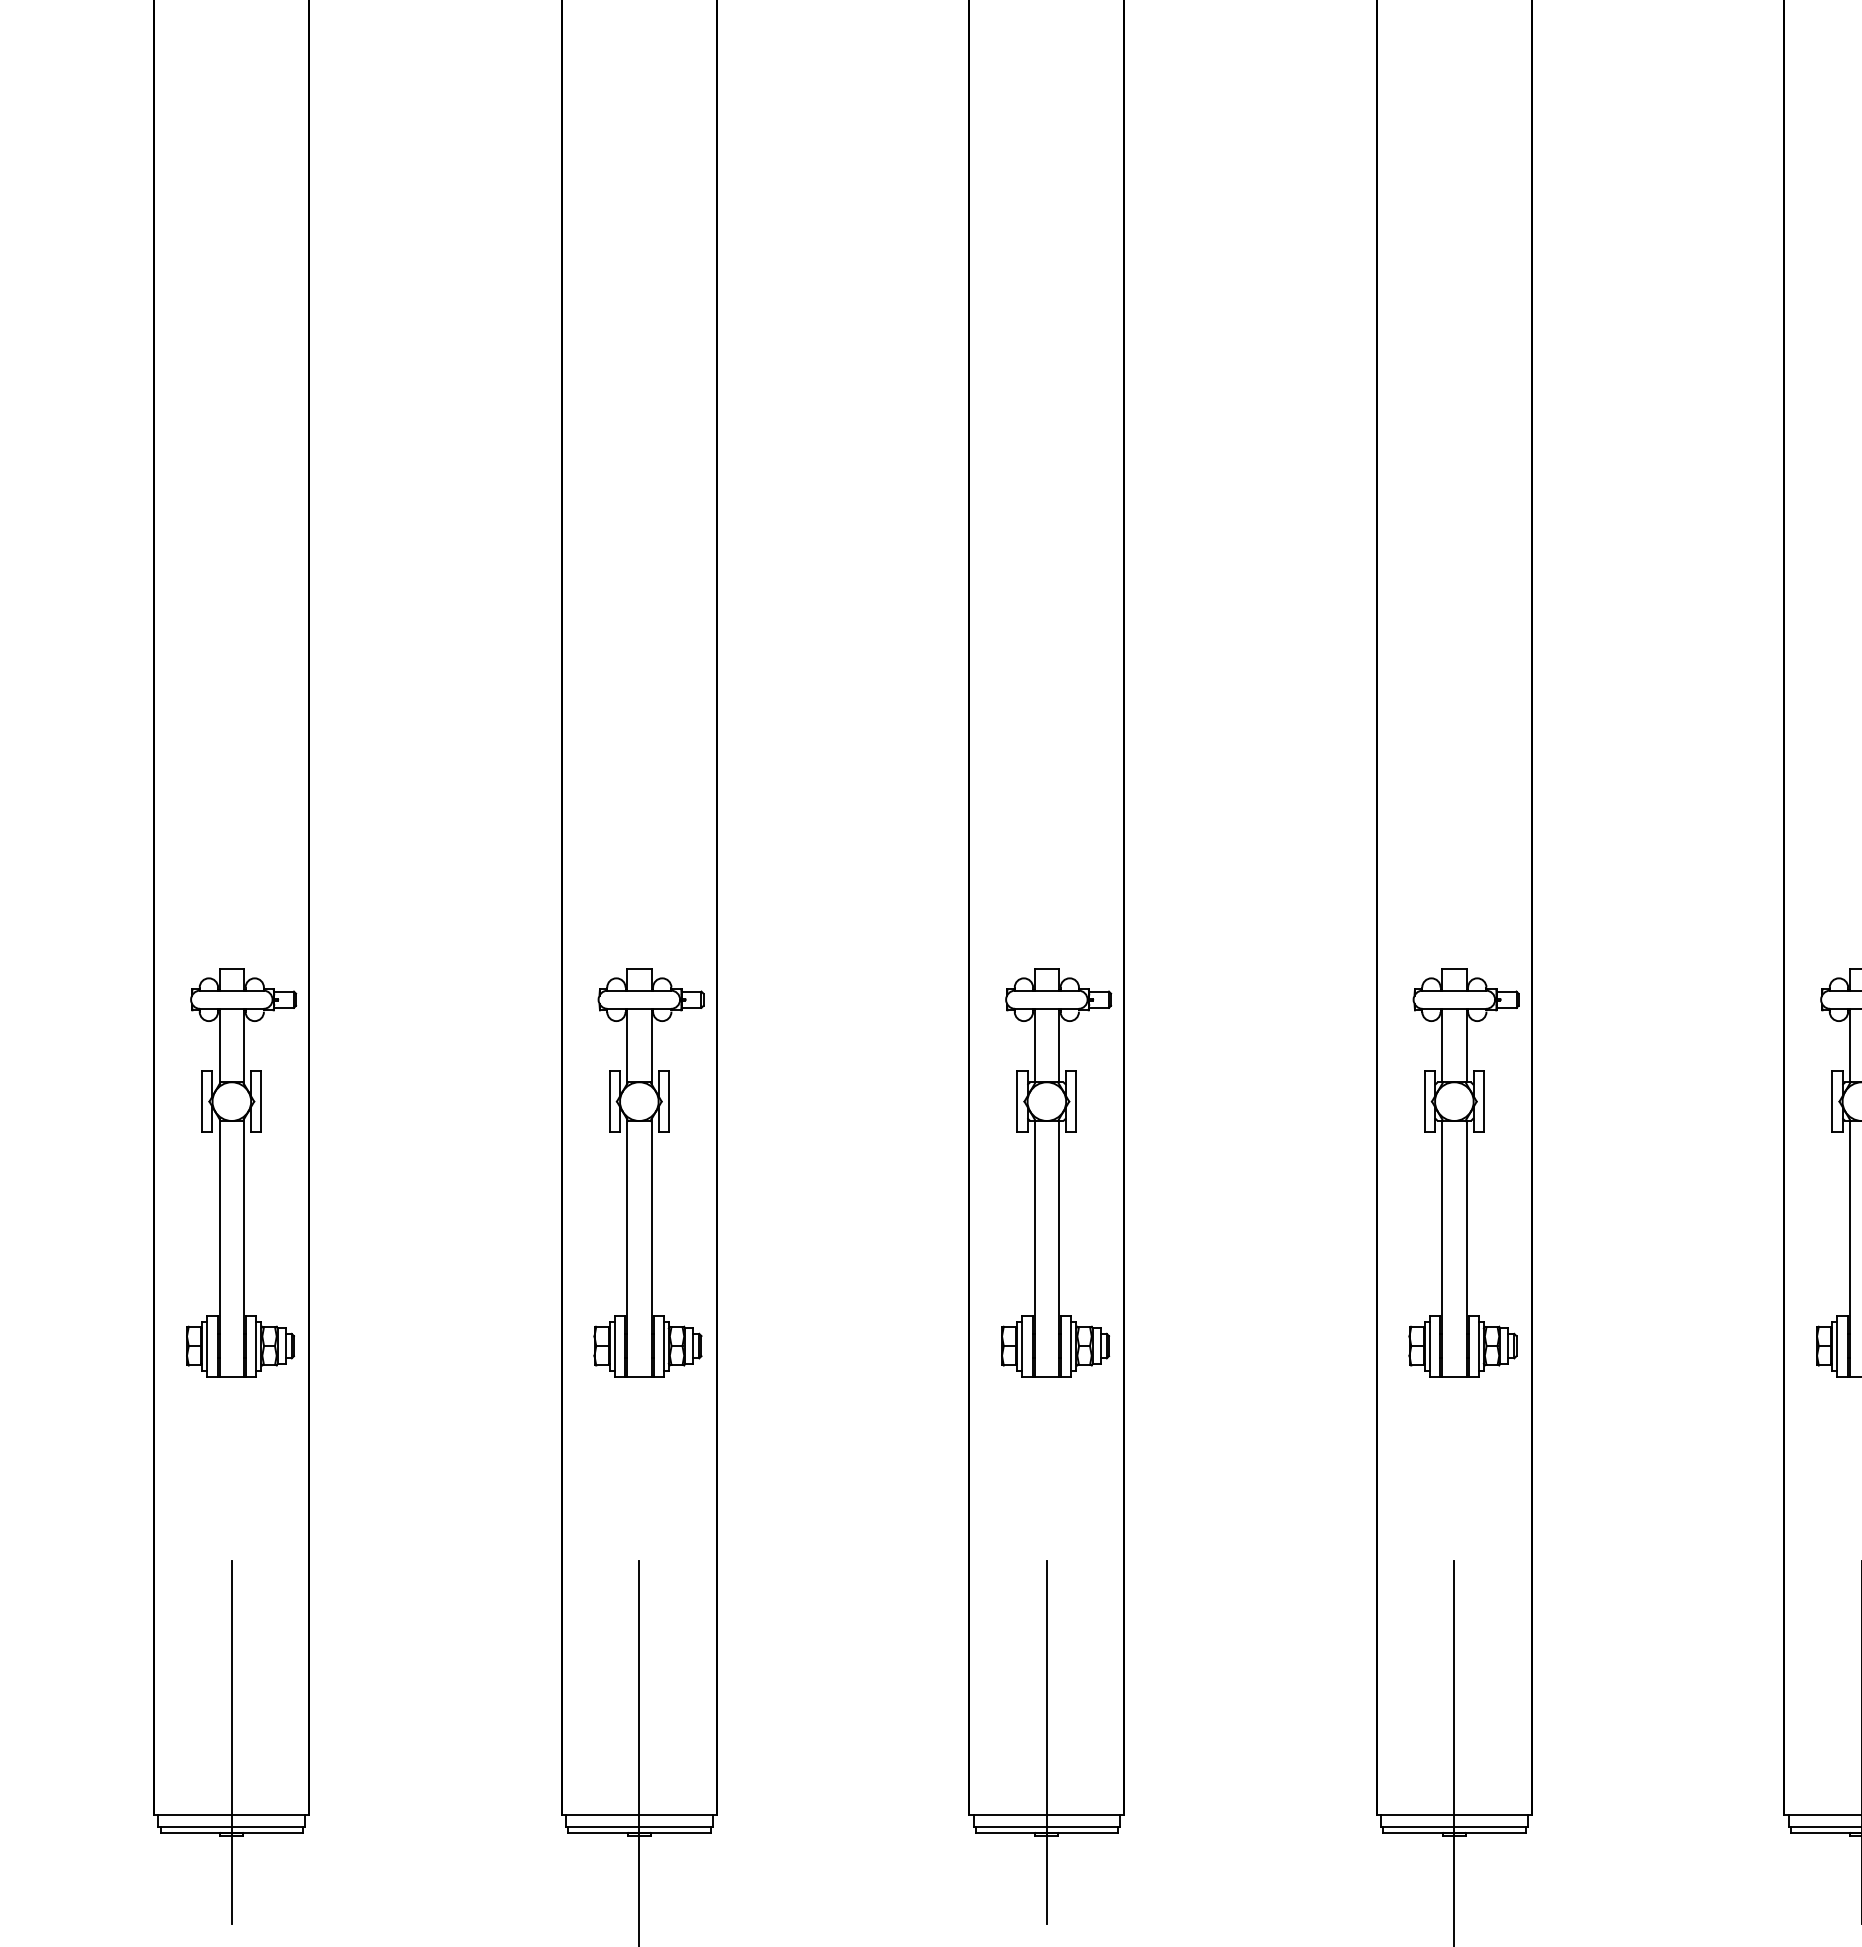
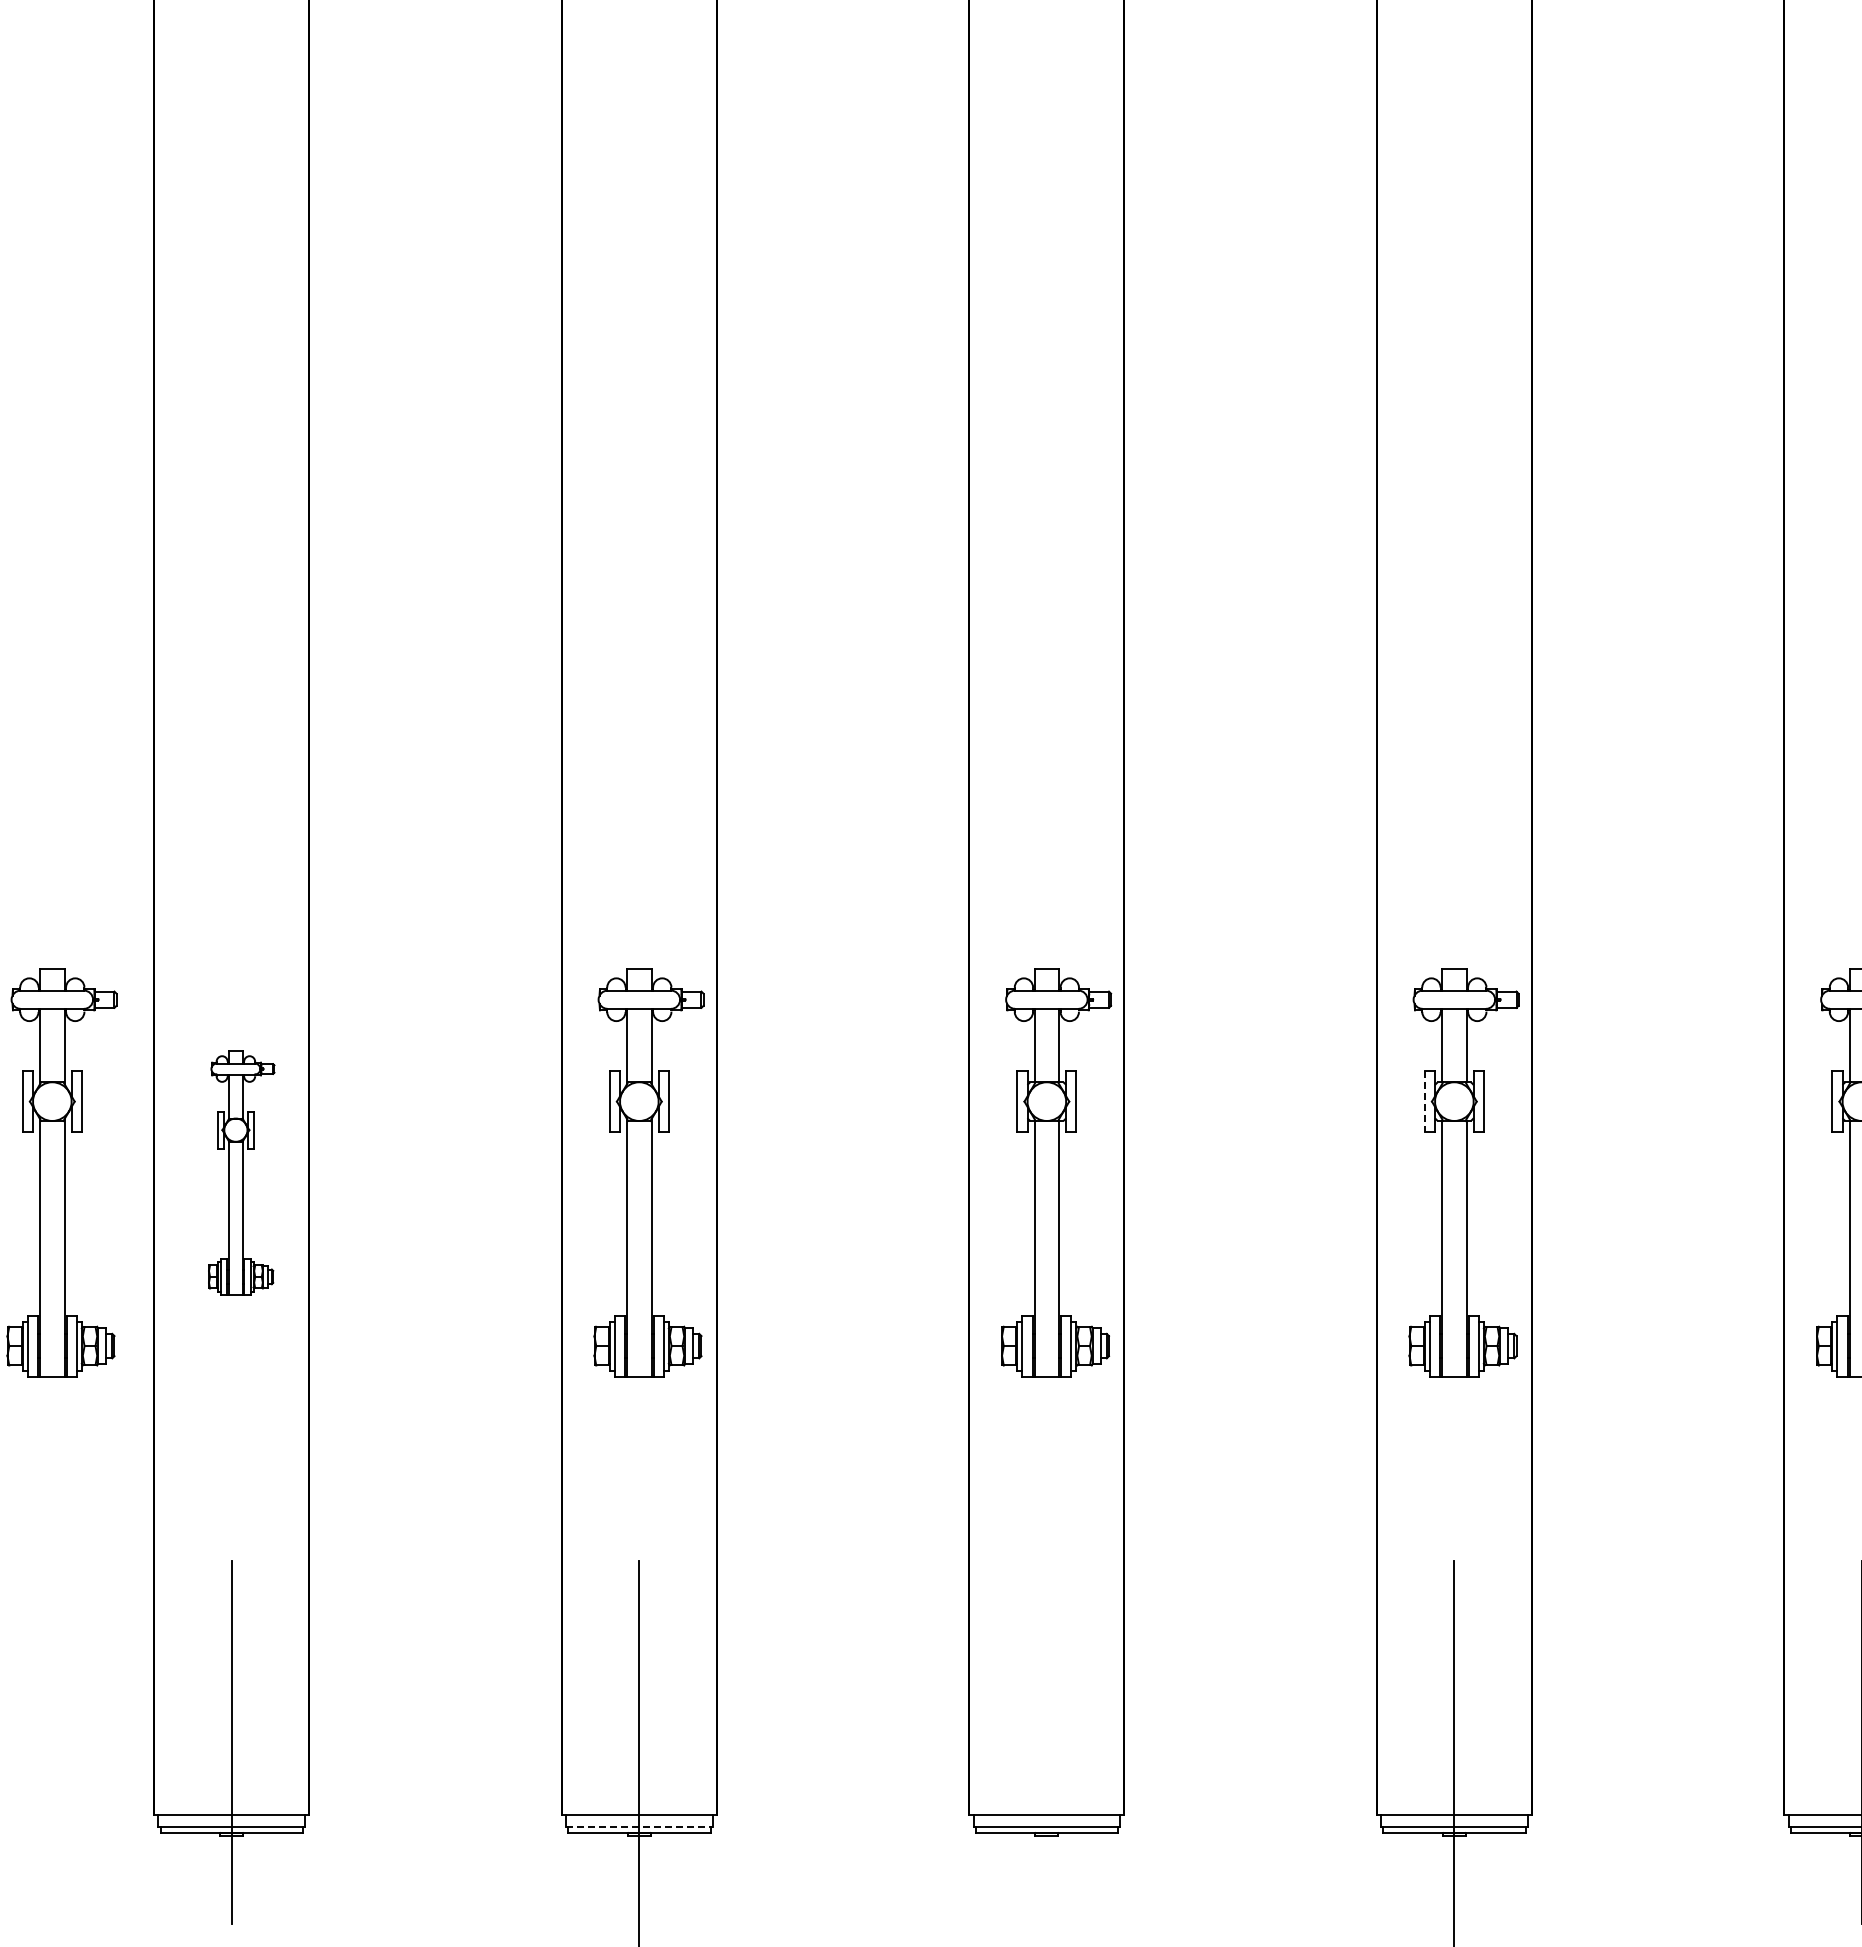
line at (1424, 1101): solid -> dashed
part at (61, 1172): none -> present
part at (241, 1172) size: 112x410 px -> 68x246 px
line at (1046, 1742): present -> none
line at (639, 1827): solid -> dashed
